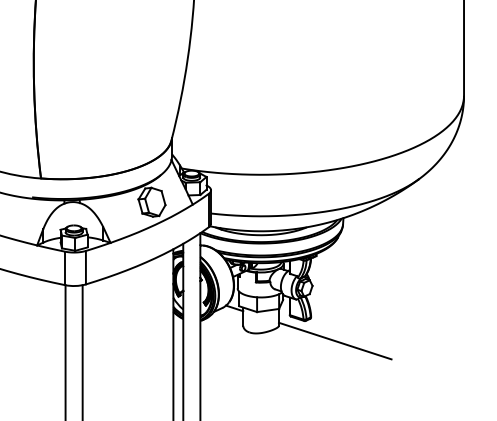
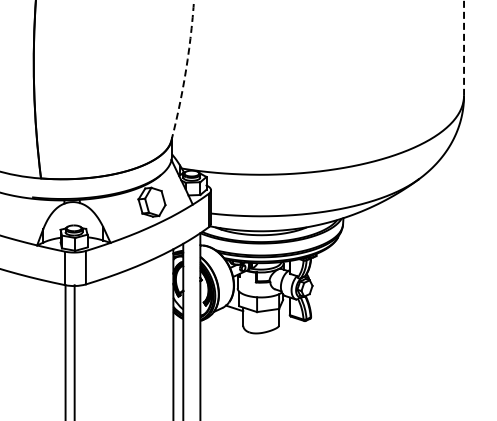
line at (464, 47): solid -> dashed
arc at (185, 70): solid -> dashed
line at (334, 340): present -> none
line at (82, 351) position: (82, 351) -> (74, 351)
